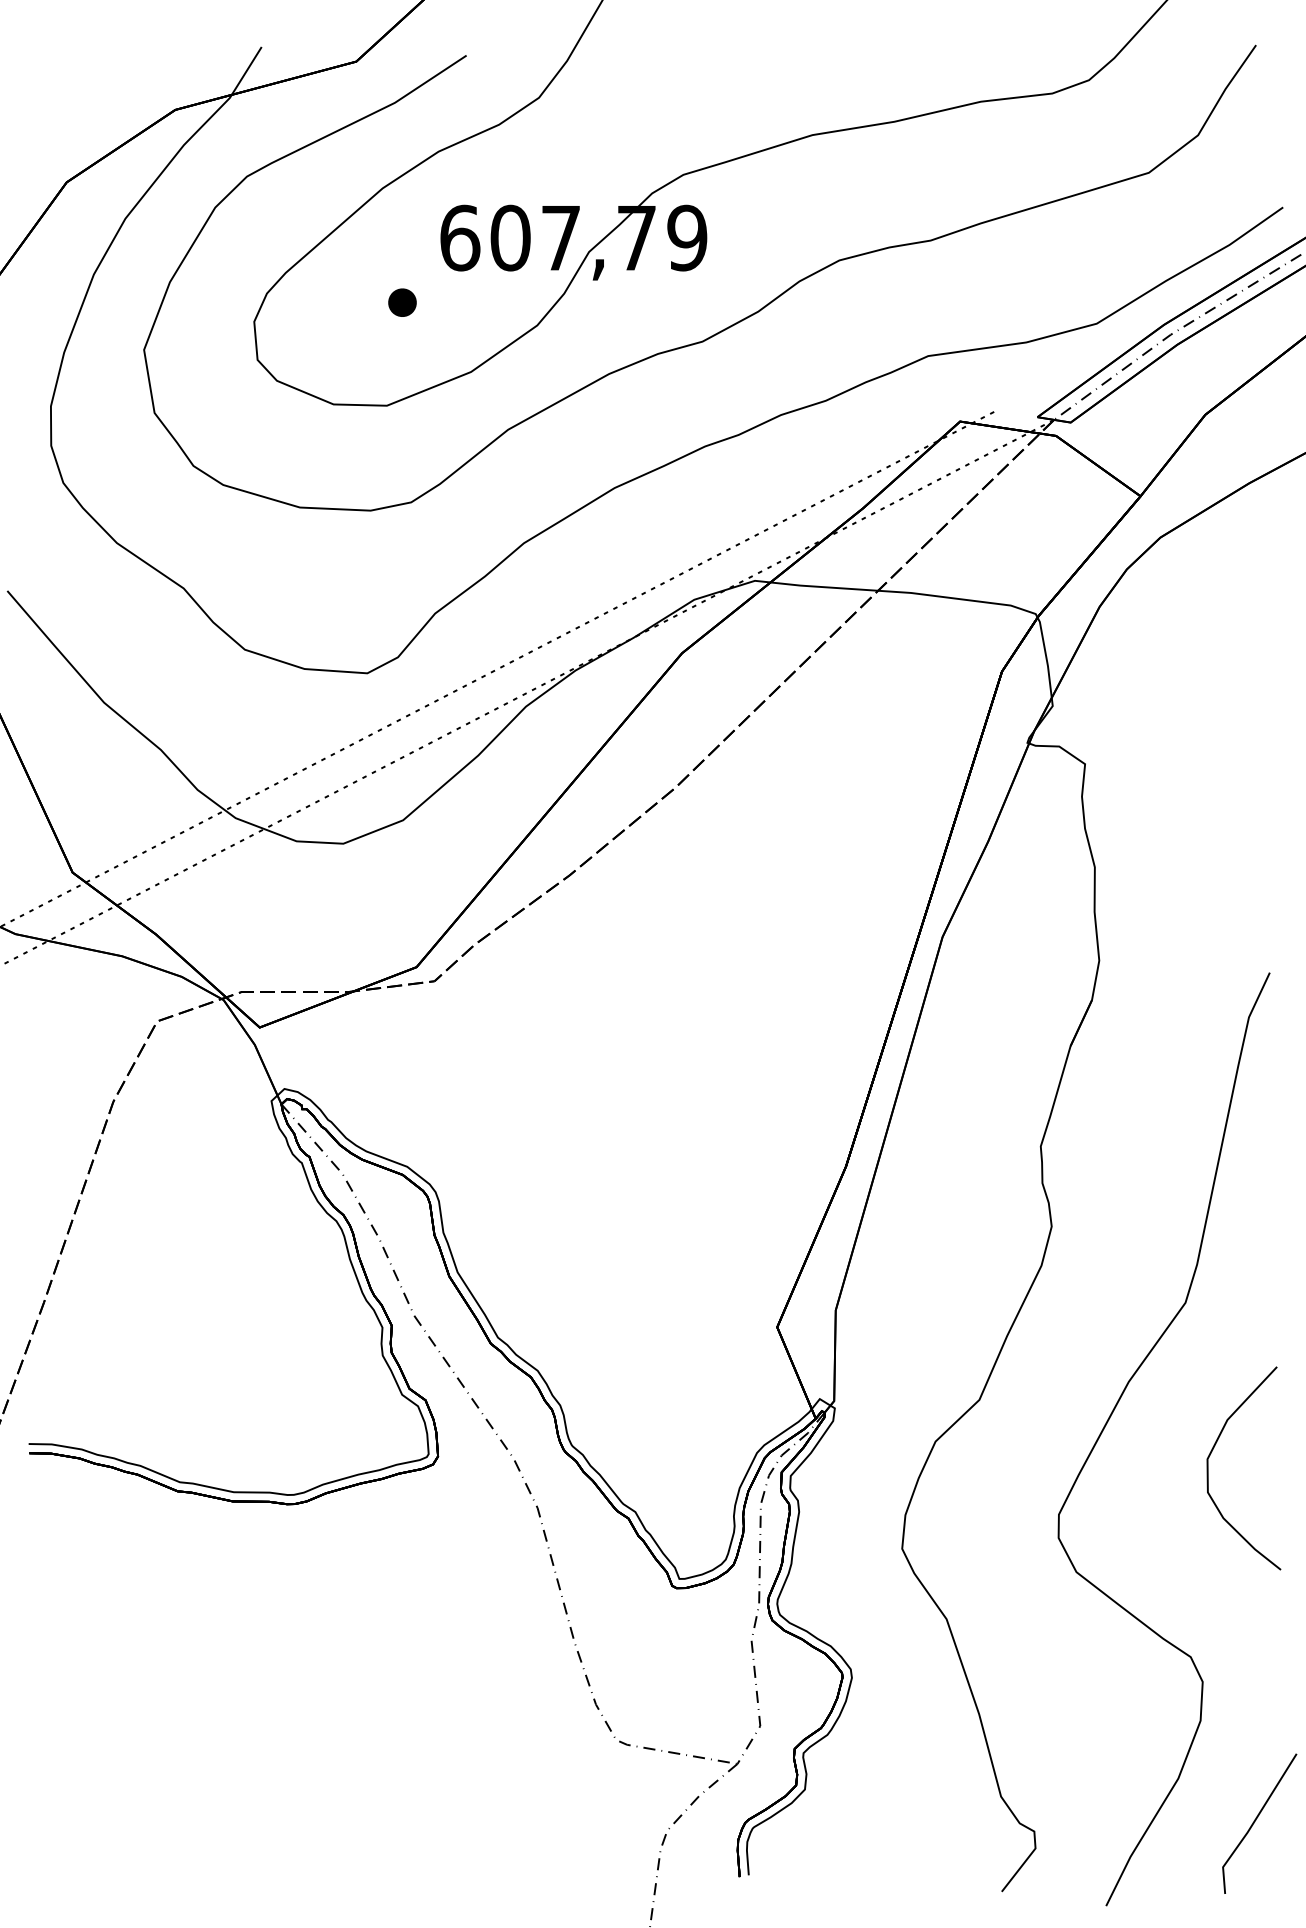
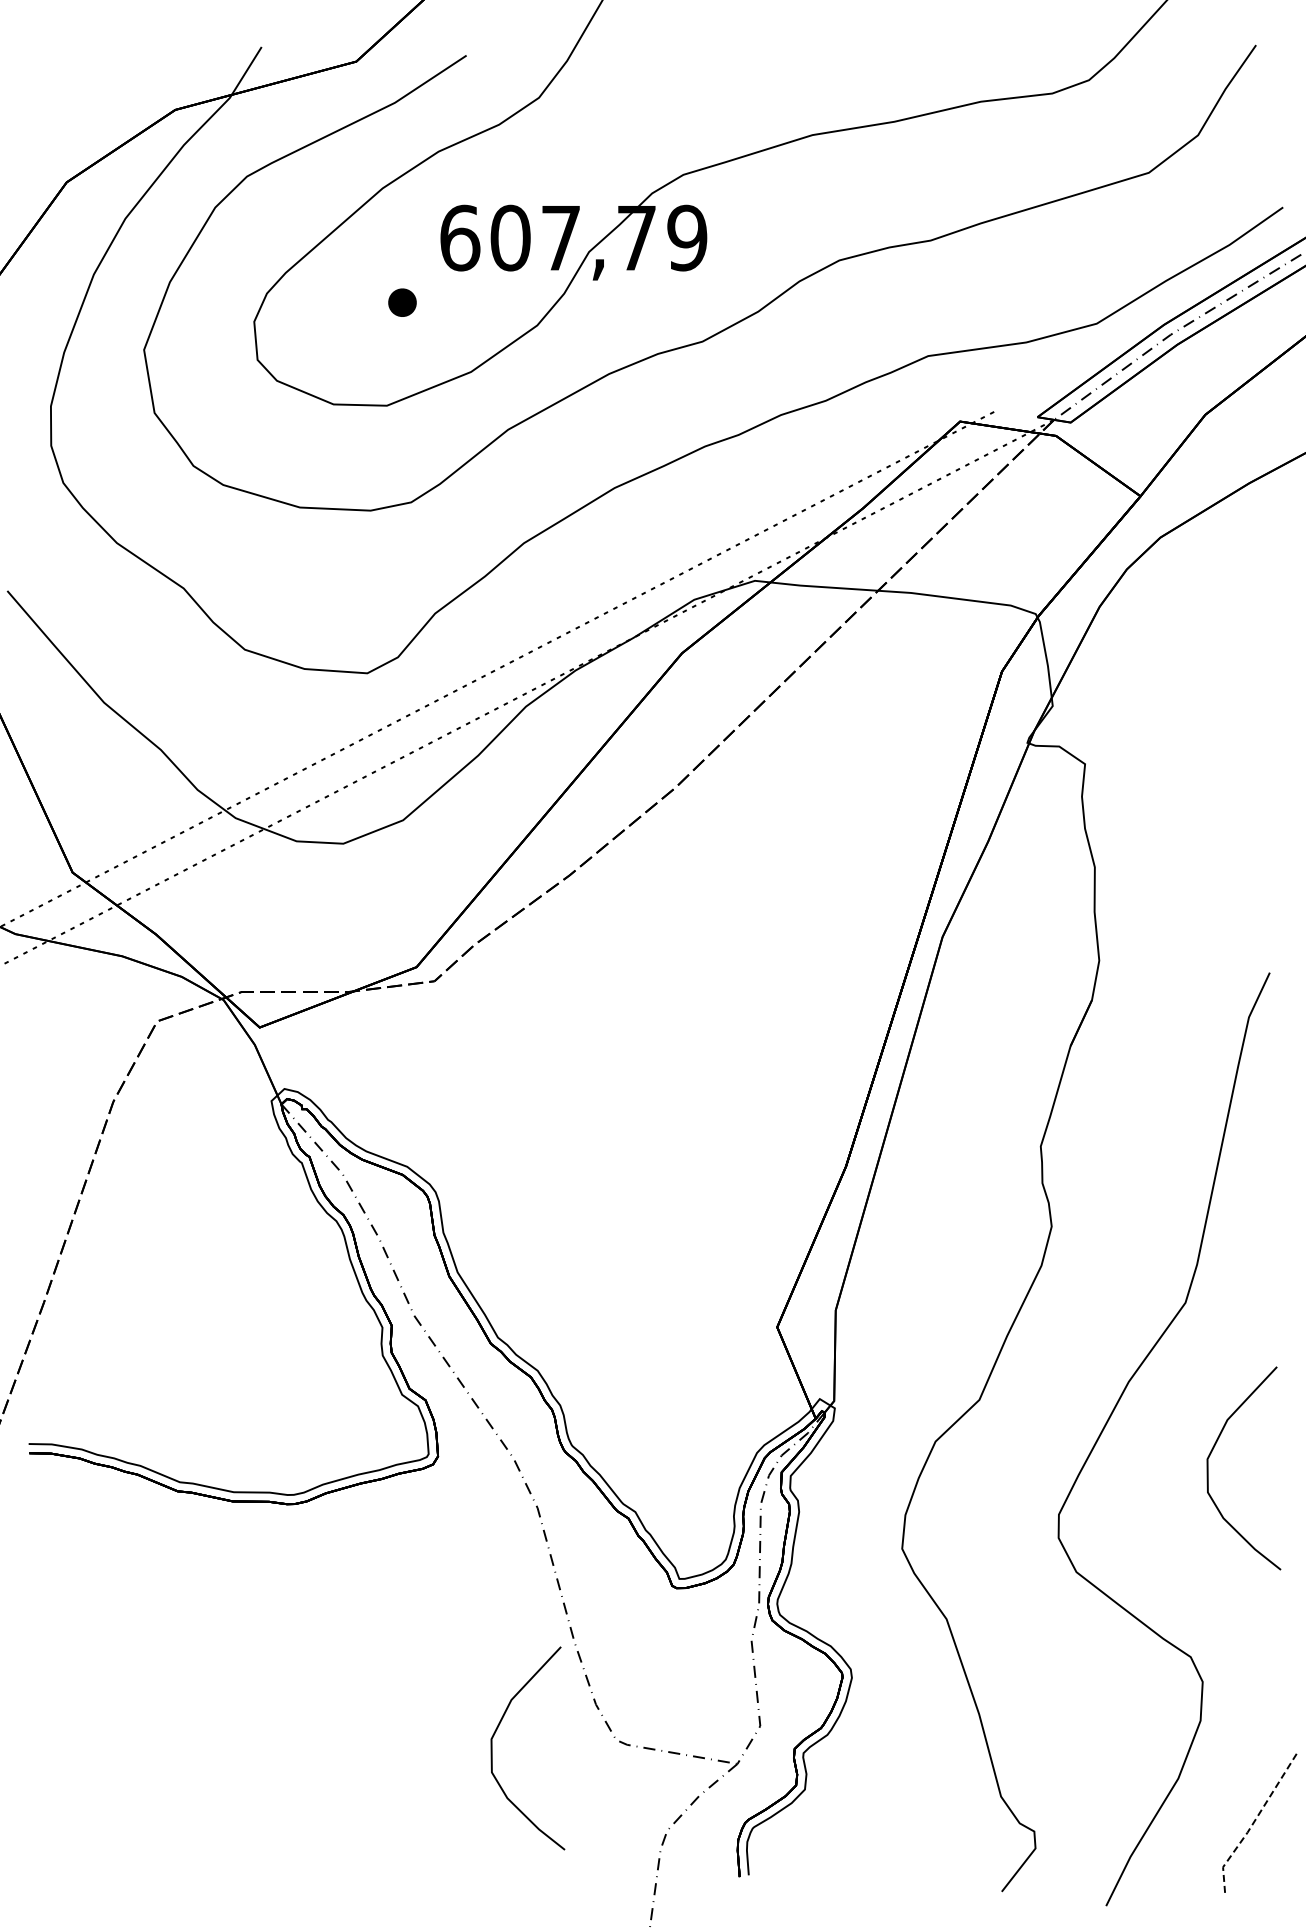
curve at (492, 1748): none -> present
line at (1252, 1824): solid -> dashed
